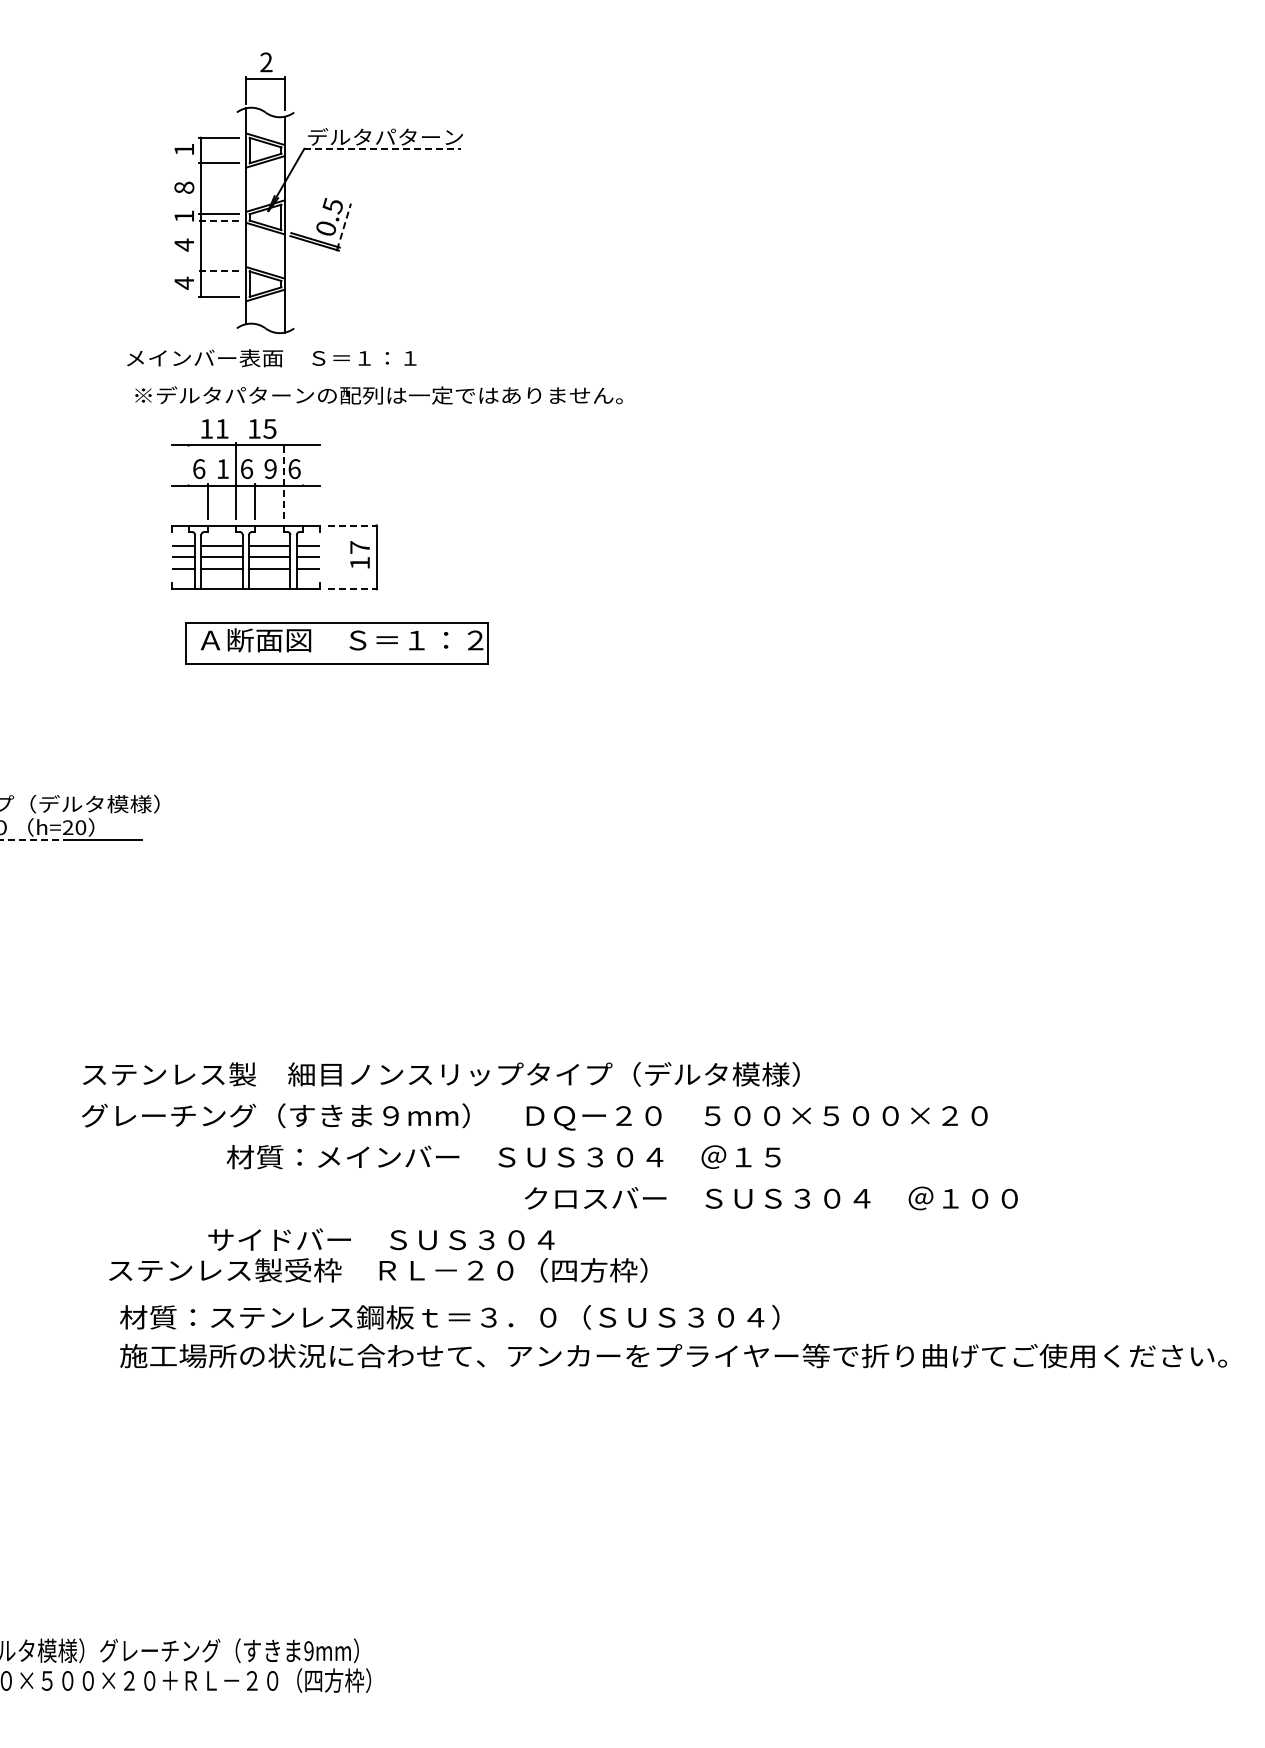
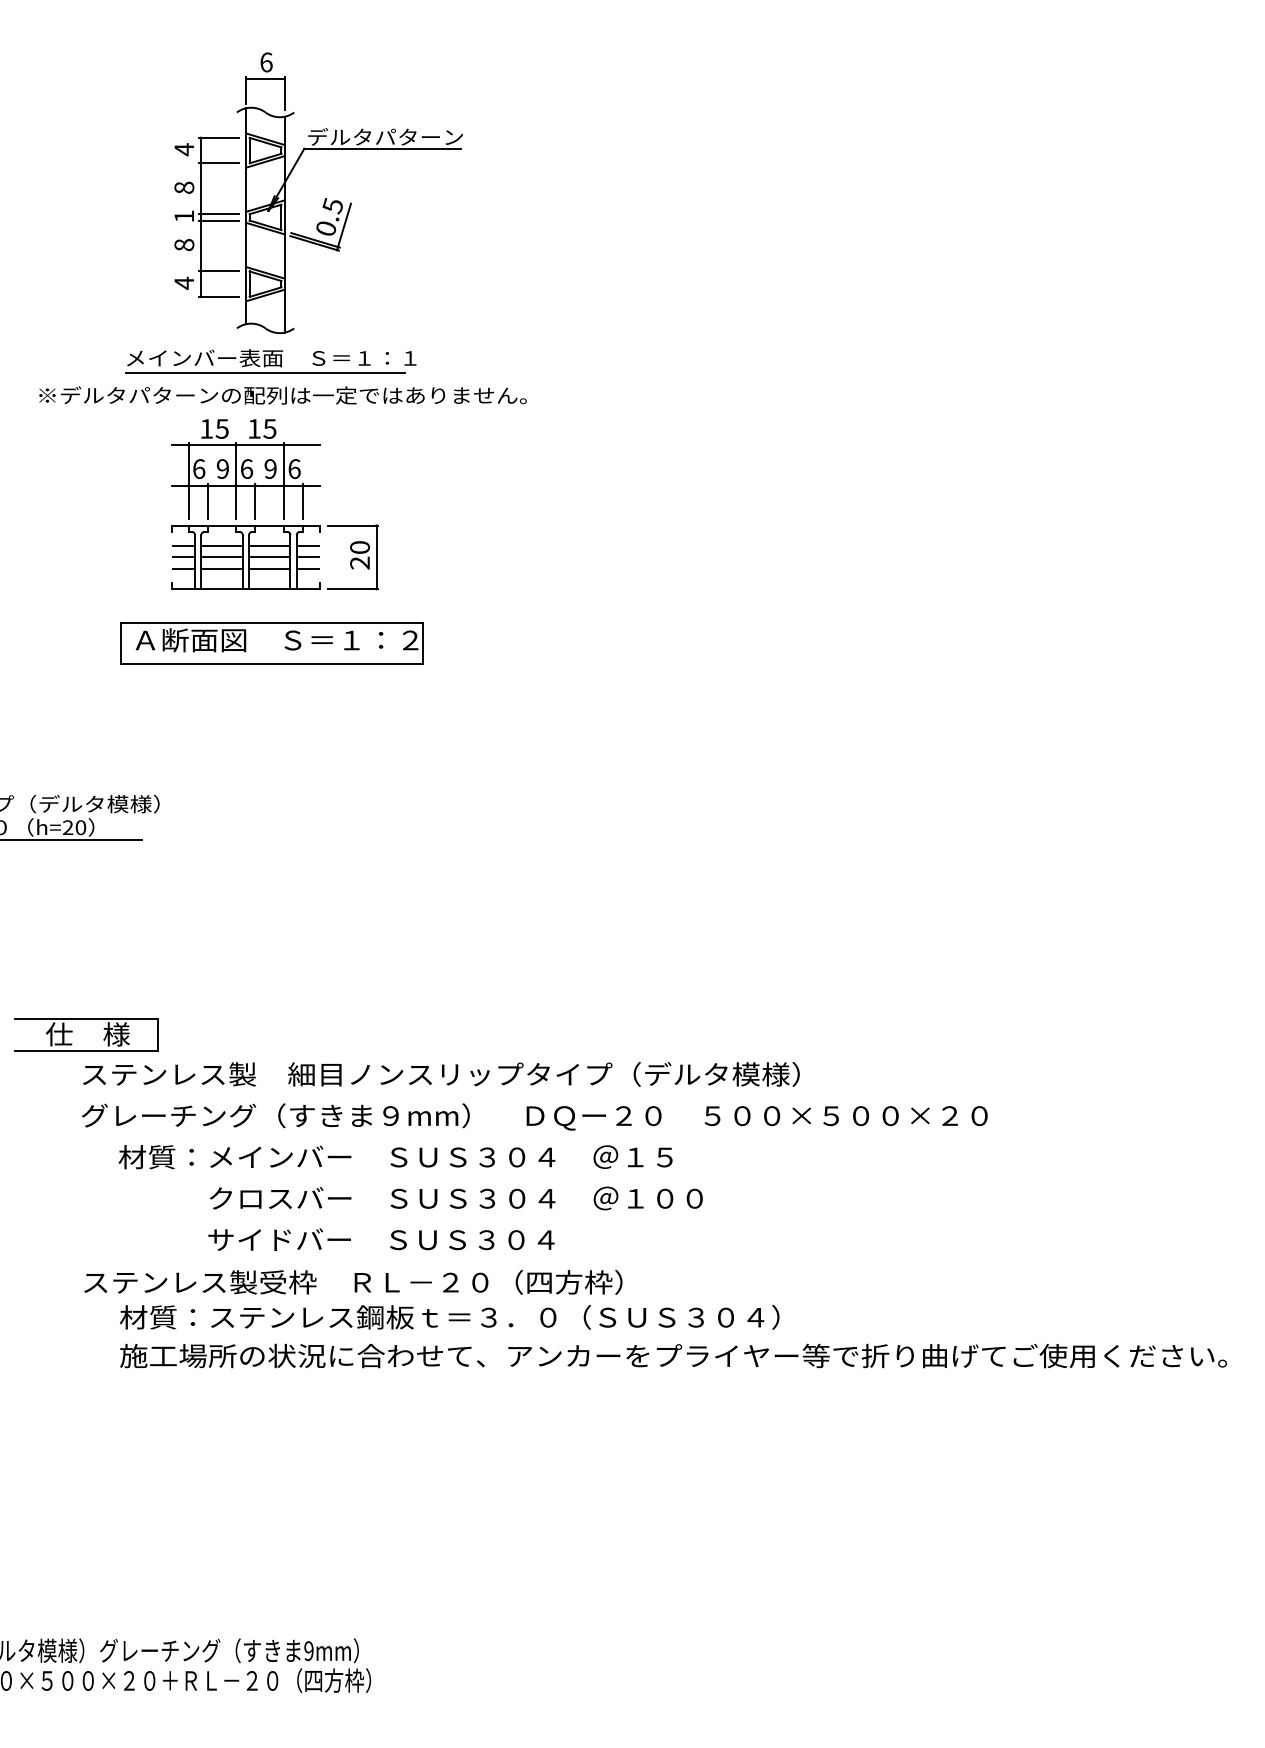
text at (266, 62): 2 -> 6
line at (383, 148): dashed -> solid
text at (183, 149): 1 -> 4
line at (218, 220): dashed -> solid
line at (344, 226): dashed -> solid
text at (184, 244): 4 -> 8
line at (218, 271): dashed -> solid
line at (265, 372): none -> present
text at (378, 395) position: (378, 395) -> (282, 395)
text at (221, 428): 11 -> 15
text at (222, 469): 1 -> 9
line at (188, 480): none -> present
line at (284, 481): dashed -> solid
line at (303, 500): none -> present
line at (353, 525): dashed -> solid
text at (360, 555): 17 -> 20
line at (353, 589): dashed -> solid
part at (336, 643) position: (336, 643) -> (271, 643)
line at (32, 839): dashed -> solid
part at (72, 1032): none -> present
text at (503, 1157) position: (503, 1157) -> (395, 1157)
text at (770, 1198) position: (770, 1198) -> (455, 1198)
text at (378, 1270) position: (378, 1270) -> (353, 1282)
